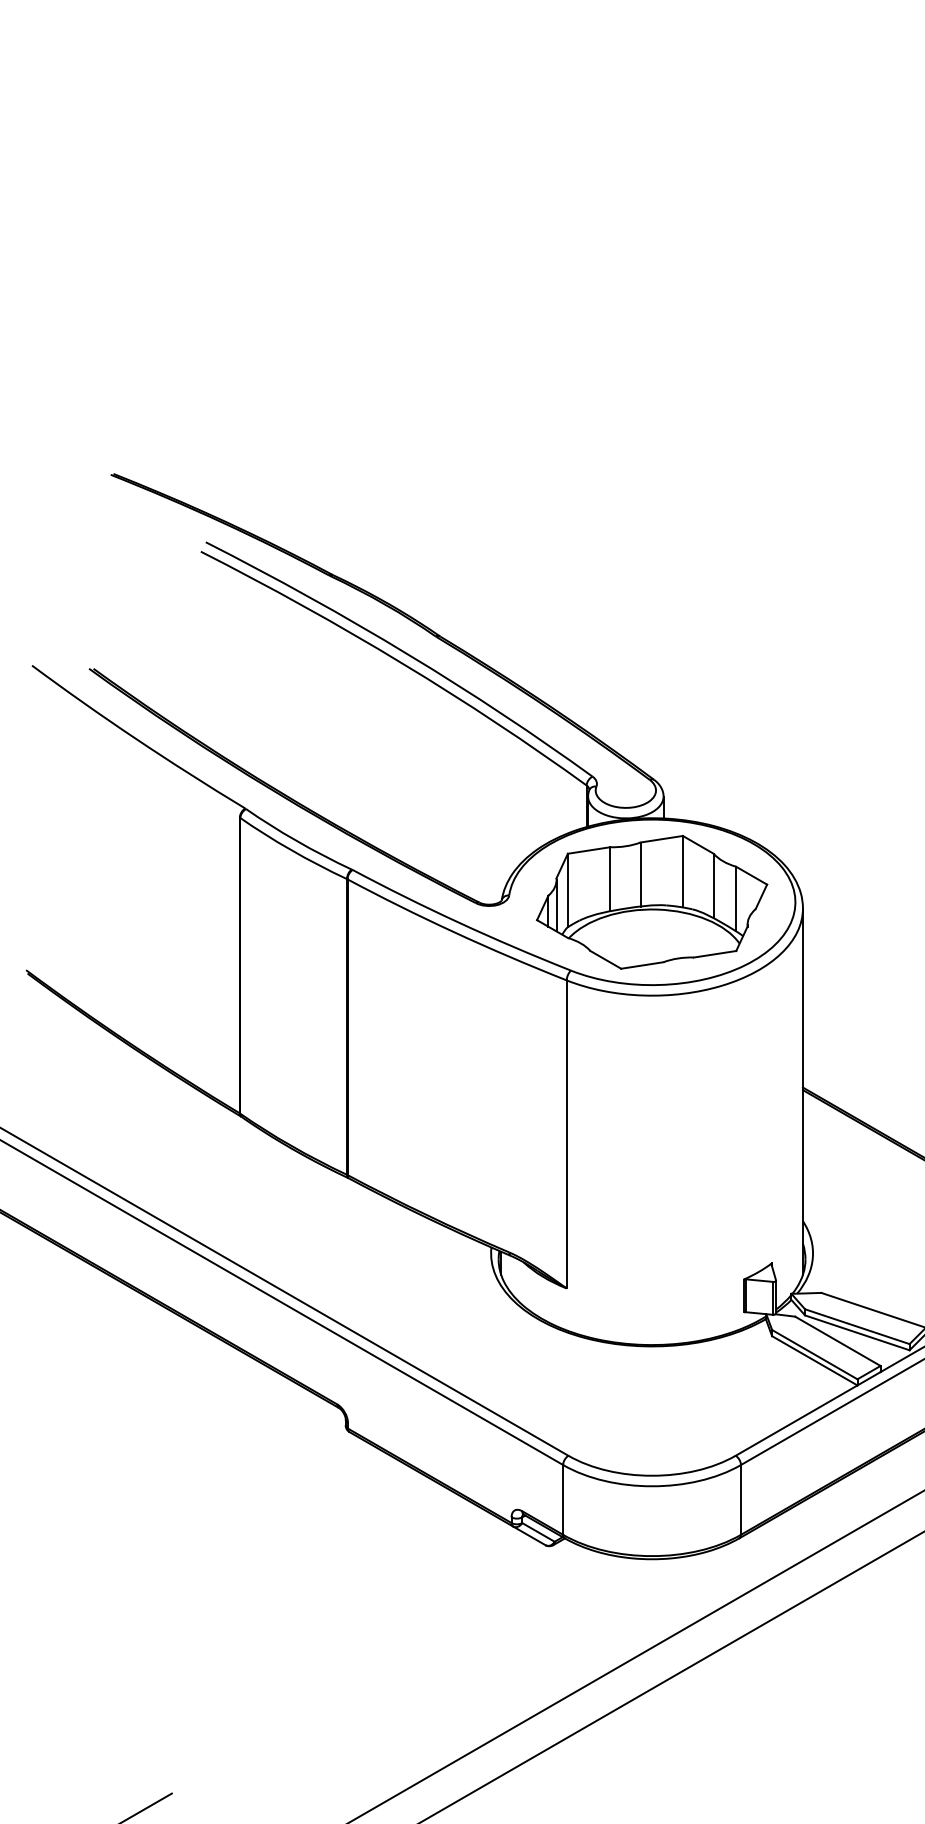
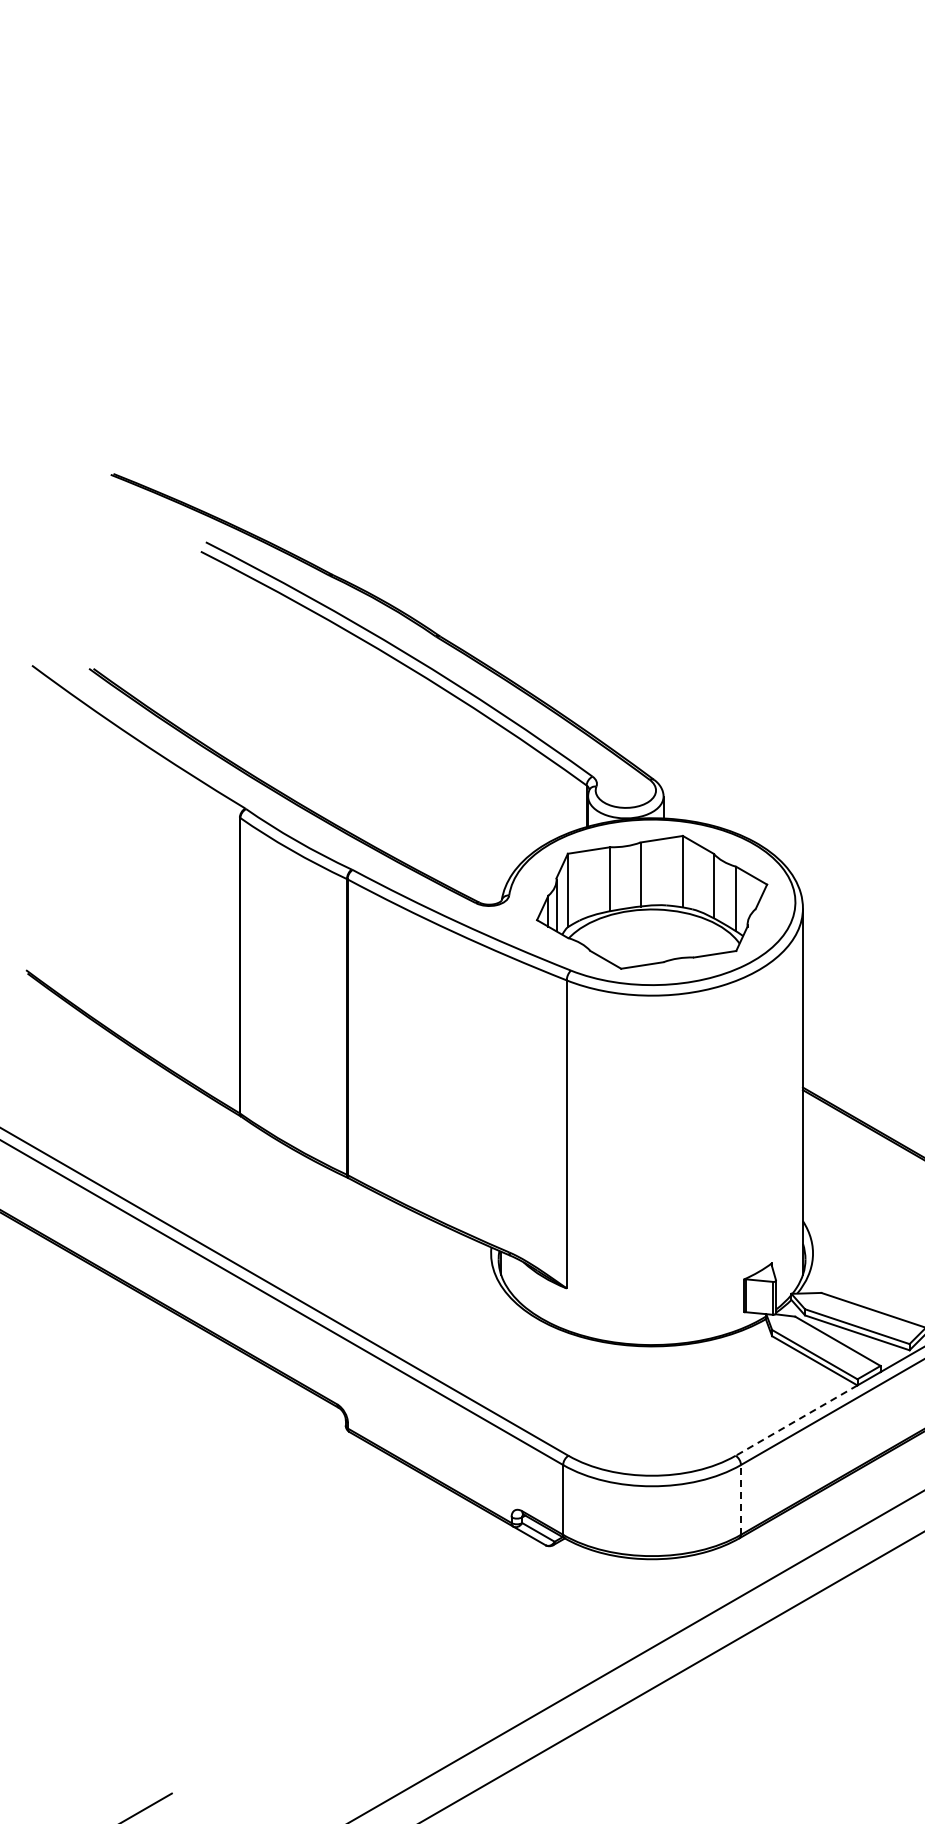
line at (796, 1420): solid -> dashed
line at (741, 1499): solid -> dashed
